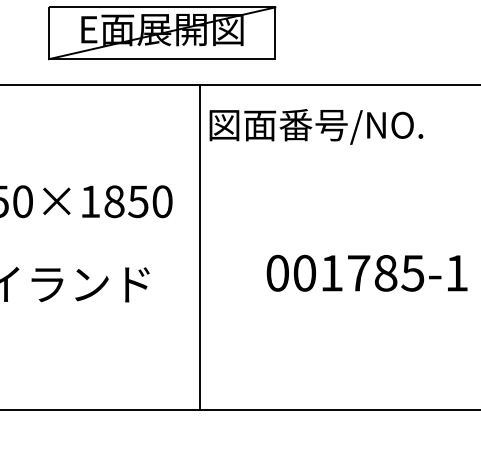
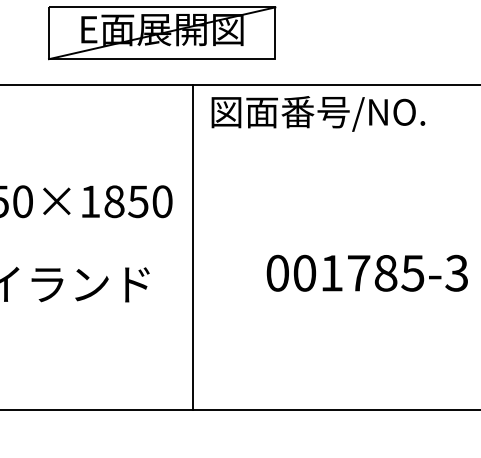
text at (316, 126) position: (316, 126) -> (318, 113)
line at (199, 247) position: (199, 247) -> (192, 247)
text at (456, 272): 001785-1 -> 001785-3
